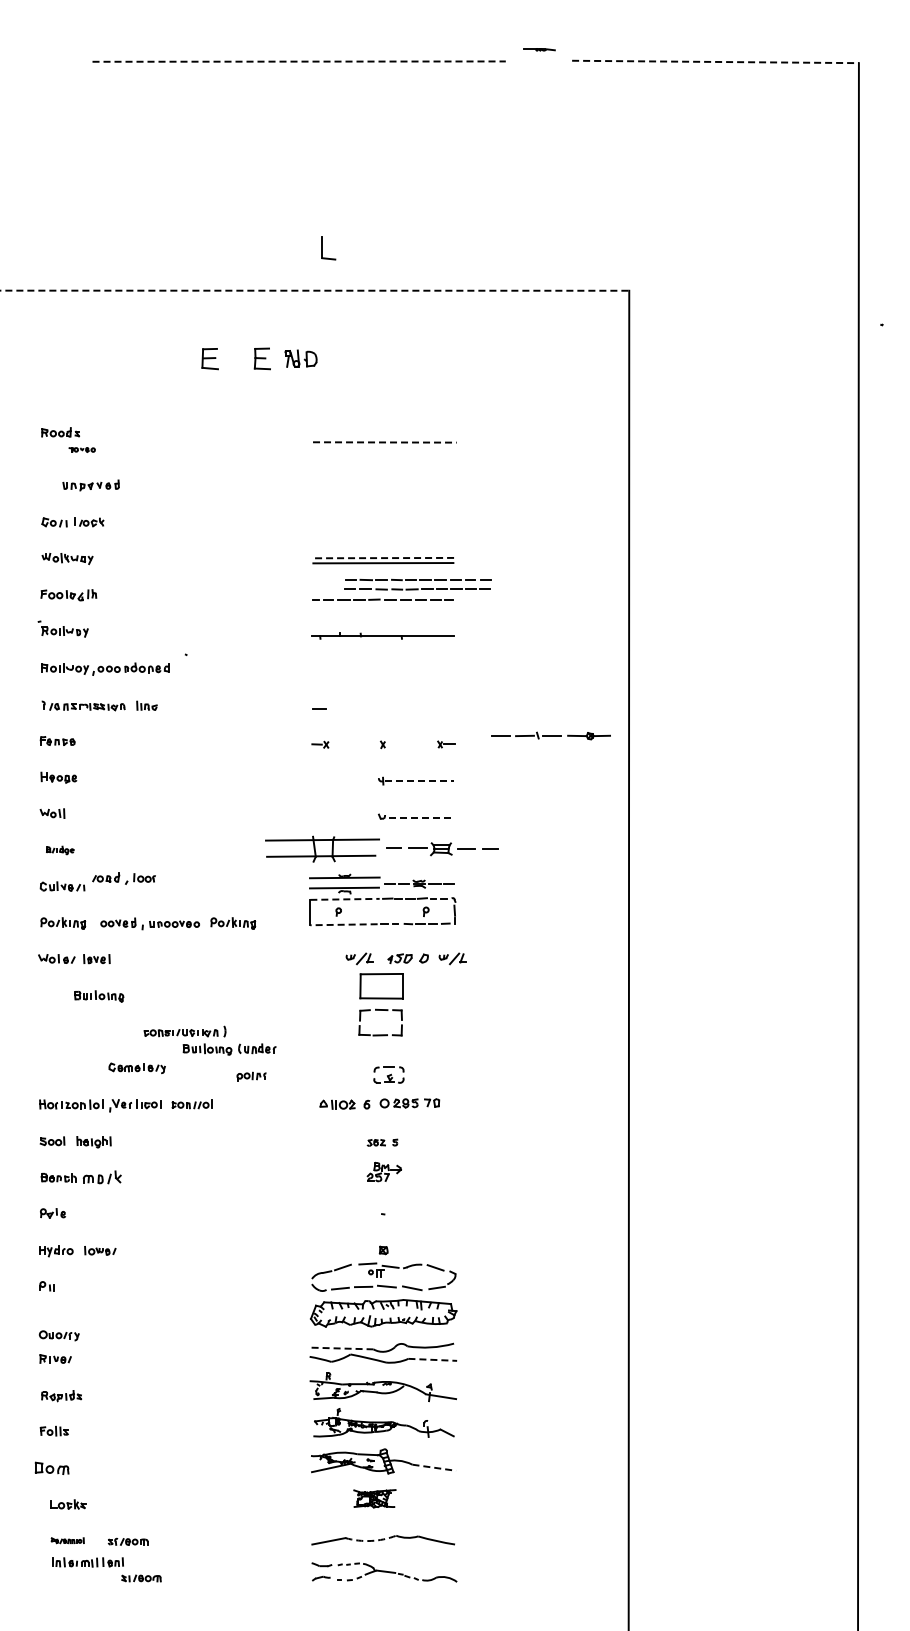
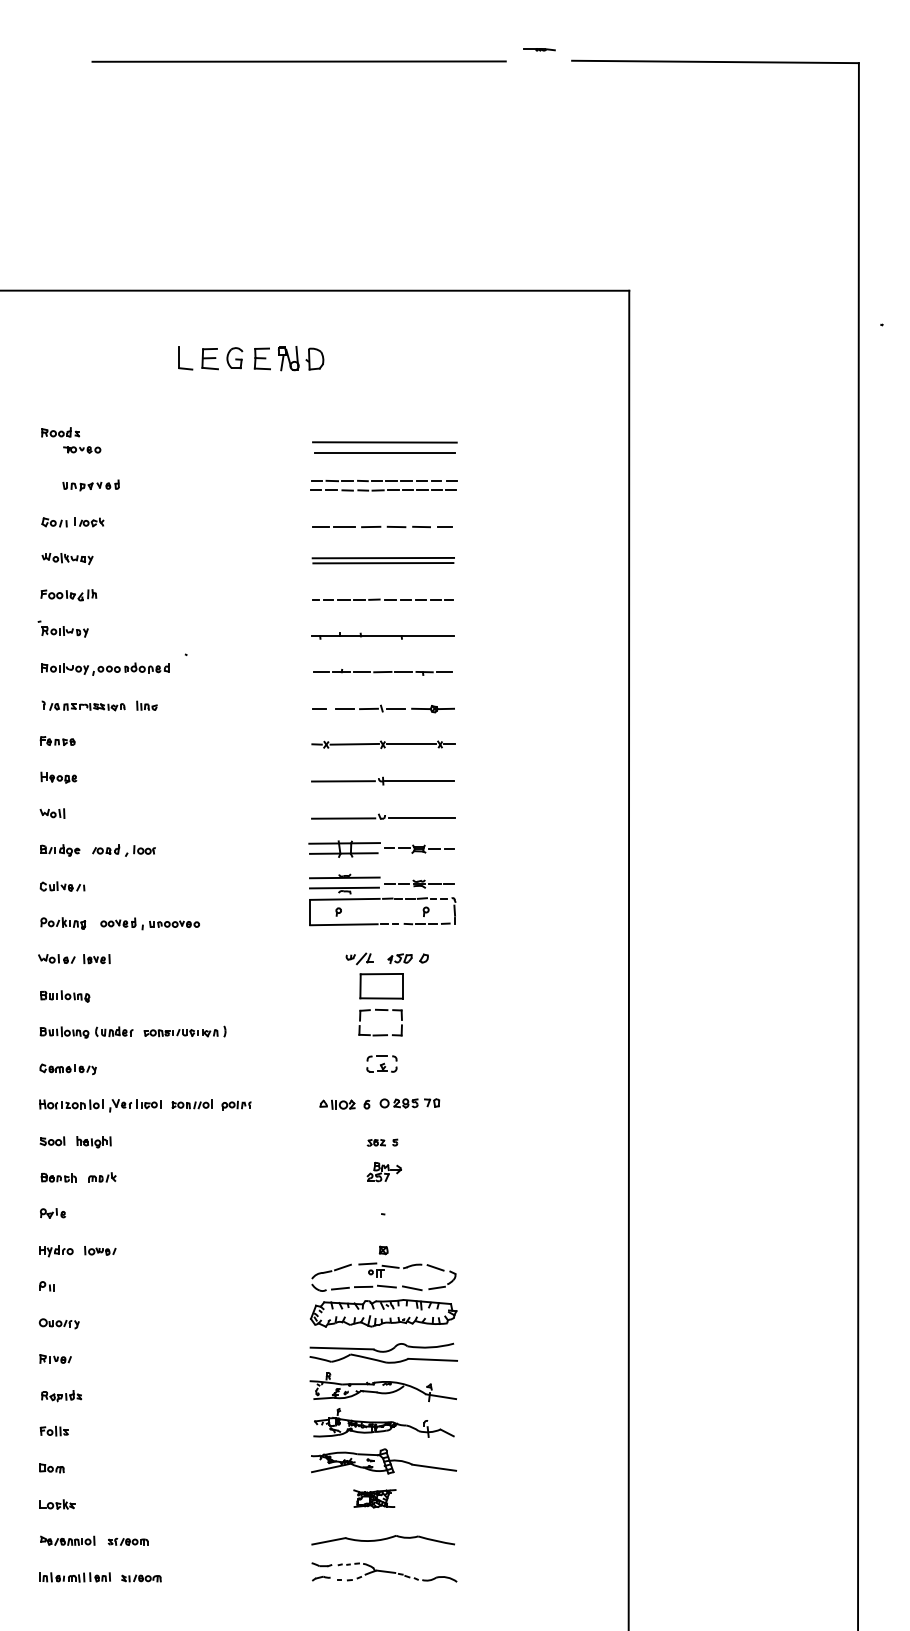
line at (299, 61): dashed -> solid
line at (716, 61): dashed -> solid
part at (328, 248) position: (328, 248) -> (185, 358)
line at (315, 290): dashed -> solid
part at (234, 358): none -> present
part at (300, 358) size: 34x19 px -> 48x26 px
line at (384, 442): dashed -> solid
part at (81, 449) size: 28x6 px -> 39x8 px
line at (384, 453): none -> present
part at (382, 526): none -> present
line at (383, 558): dashed -> solid
part at (417, 584) position: (417, 584) -> (383, 485)
part at (382, 672): none -> present
part at (550, 735) position: (550, 735) -> (394, 708)
line at (354, 743): none -> present
line at (411, 743): none -> present
line at (420, 780): dashed -> solid
line at (343, 781): none -> present
line at (343, 818): none -> present
line at (421, 818): dashed -> solid
part at (381, 848) size: 234x28 px -> 147x18 px
part at (60, 850) size: 29x11 px -> 41x13 px
part at (123, 878) position: (123, 878) -> (123, 850)
line at (344, 899): dashed -> solid
part at (233, 923): present -> none
line at (343, 924): dashed -> solid
part at (452, 958): present -> none
part at (99, 996) position: (99, 996) -> (65, 996)
part at (229, 1049) position: (229, 1049) -> (86, 1032)
part at (136, 1067) position: (136, 1067) -> (67, 1068)
part at (388, 1074) position: (388, 1074) -> (381, 1063)
part at (251, 1076) position: (251, 1076) -> (236, 1105)
part at (101, 1177) size: 40x15 px -> 29x11 px
part at (58, 1335) position: (58, 1335) -> (58, 1323)
line at (341, 1348): dashed -> solid
line at (433, 1359): dashed -> solid
part at (51, 1467) size: 36x14 px -> 26x11 px
line at (434, 1467): dashed -> solid
part at (68, 1504) position: (68, 1504) -> (57, 1504)
part at (67, 1540) size: 35x8 px -> 56x11 px
arc at (371, 1540): dashed -> solid
part at (87, 1562) position: (87, 1562) -> (74, 1577)
